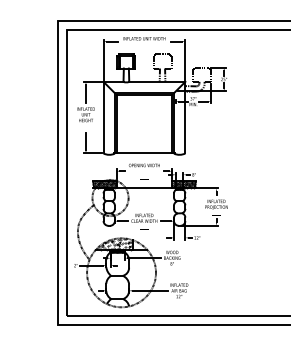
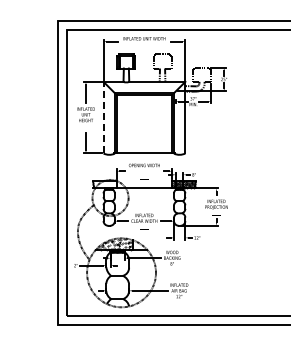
line at (103, 117): solid -> dashed
hatch at (104, 184): present -> none
